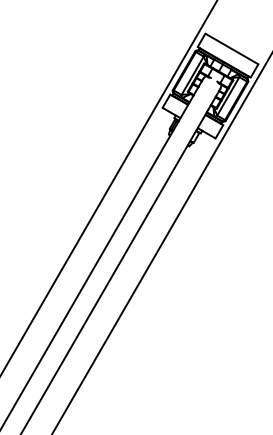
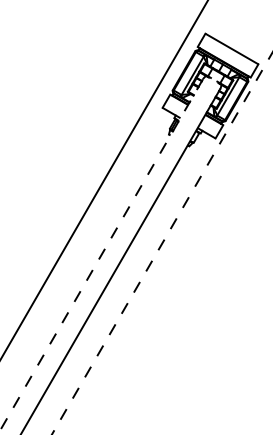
line at (109, 187) position: (109, 187) -> (104, 179)
line at (162, 243): solid -> dashed
line at (101, 255): solid -> dashed
